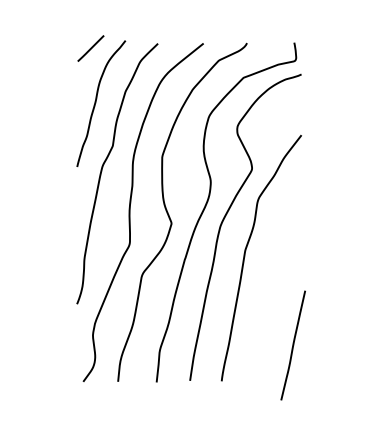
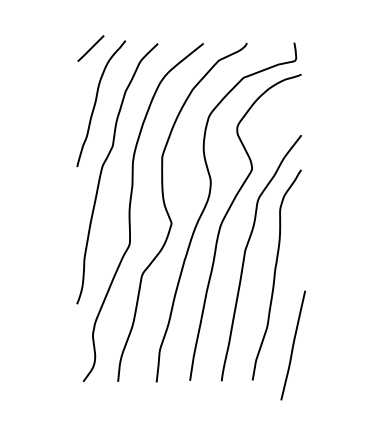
curve at (275, 274): none -> present
